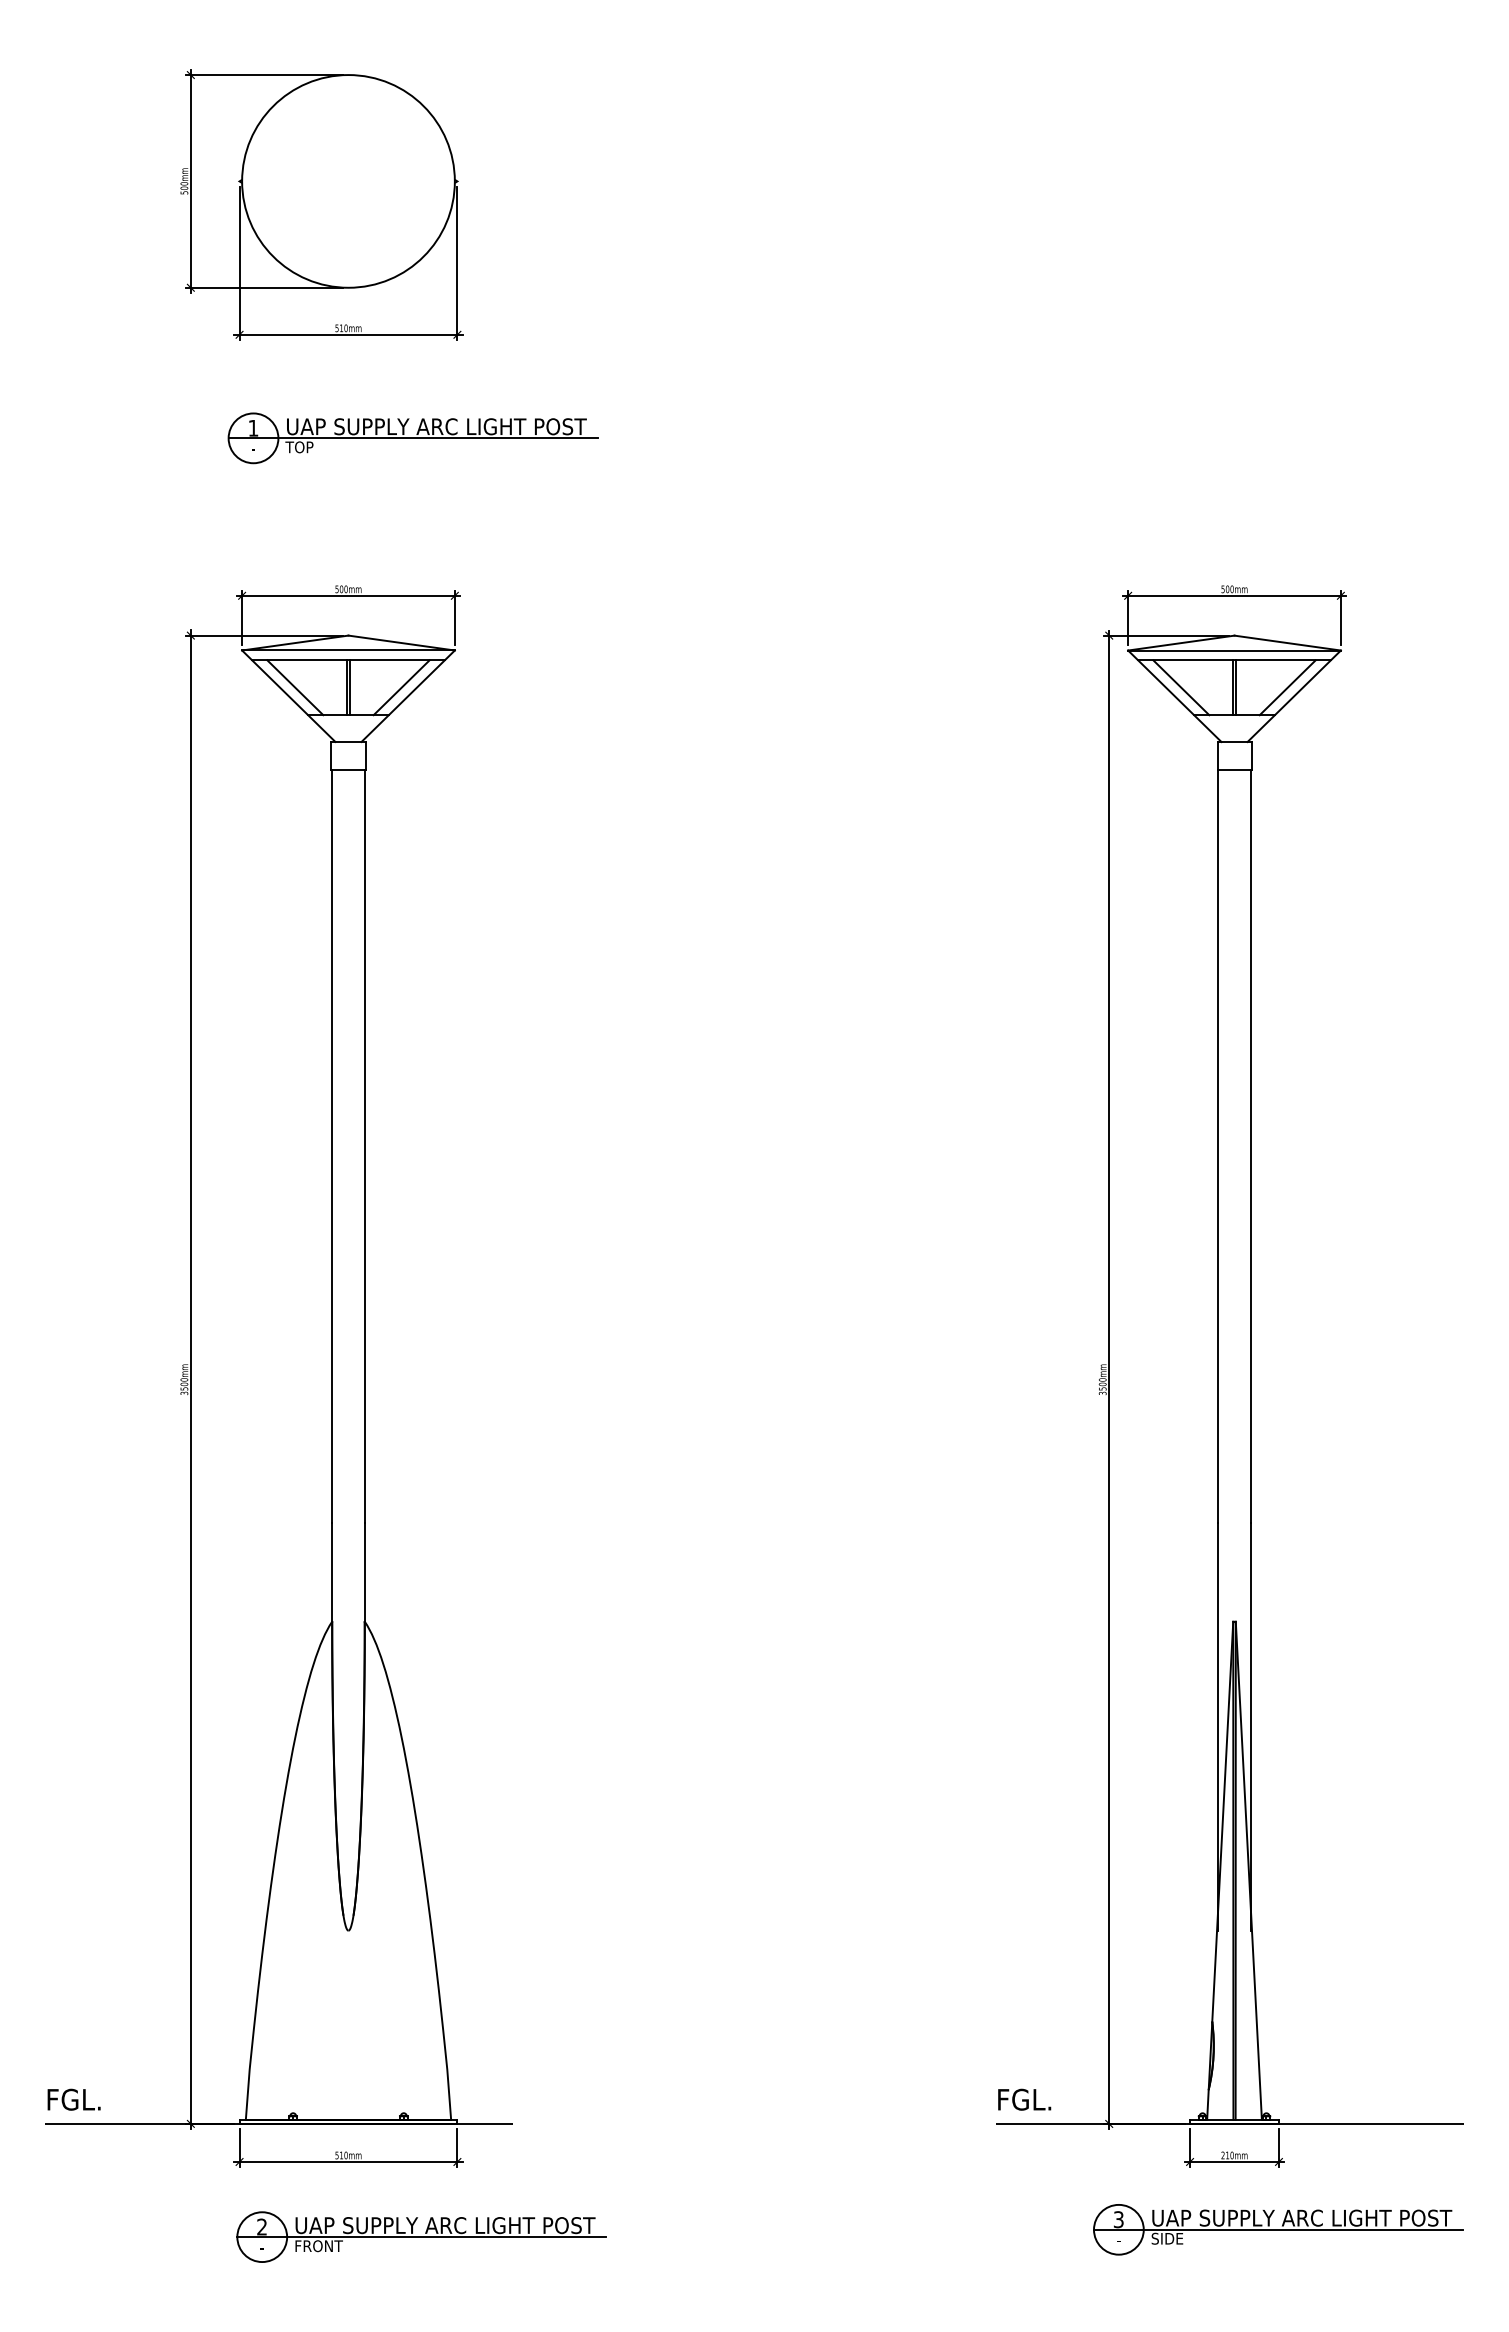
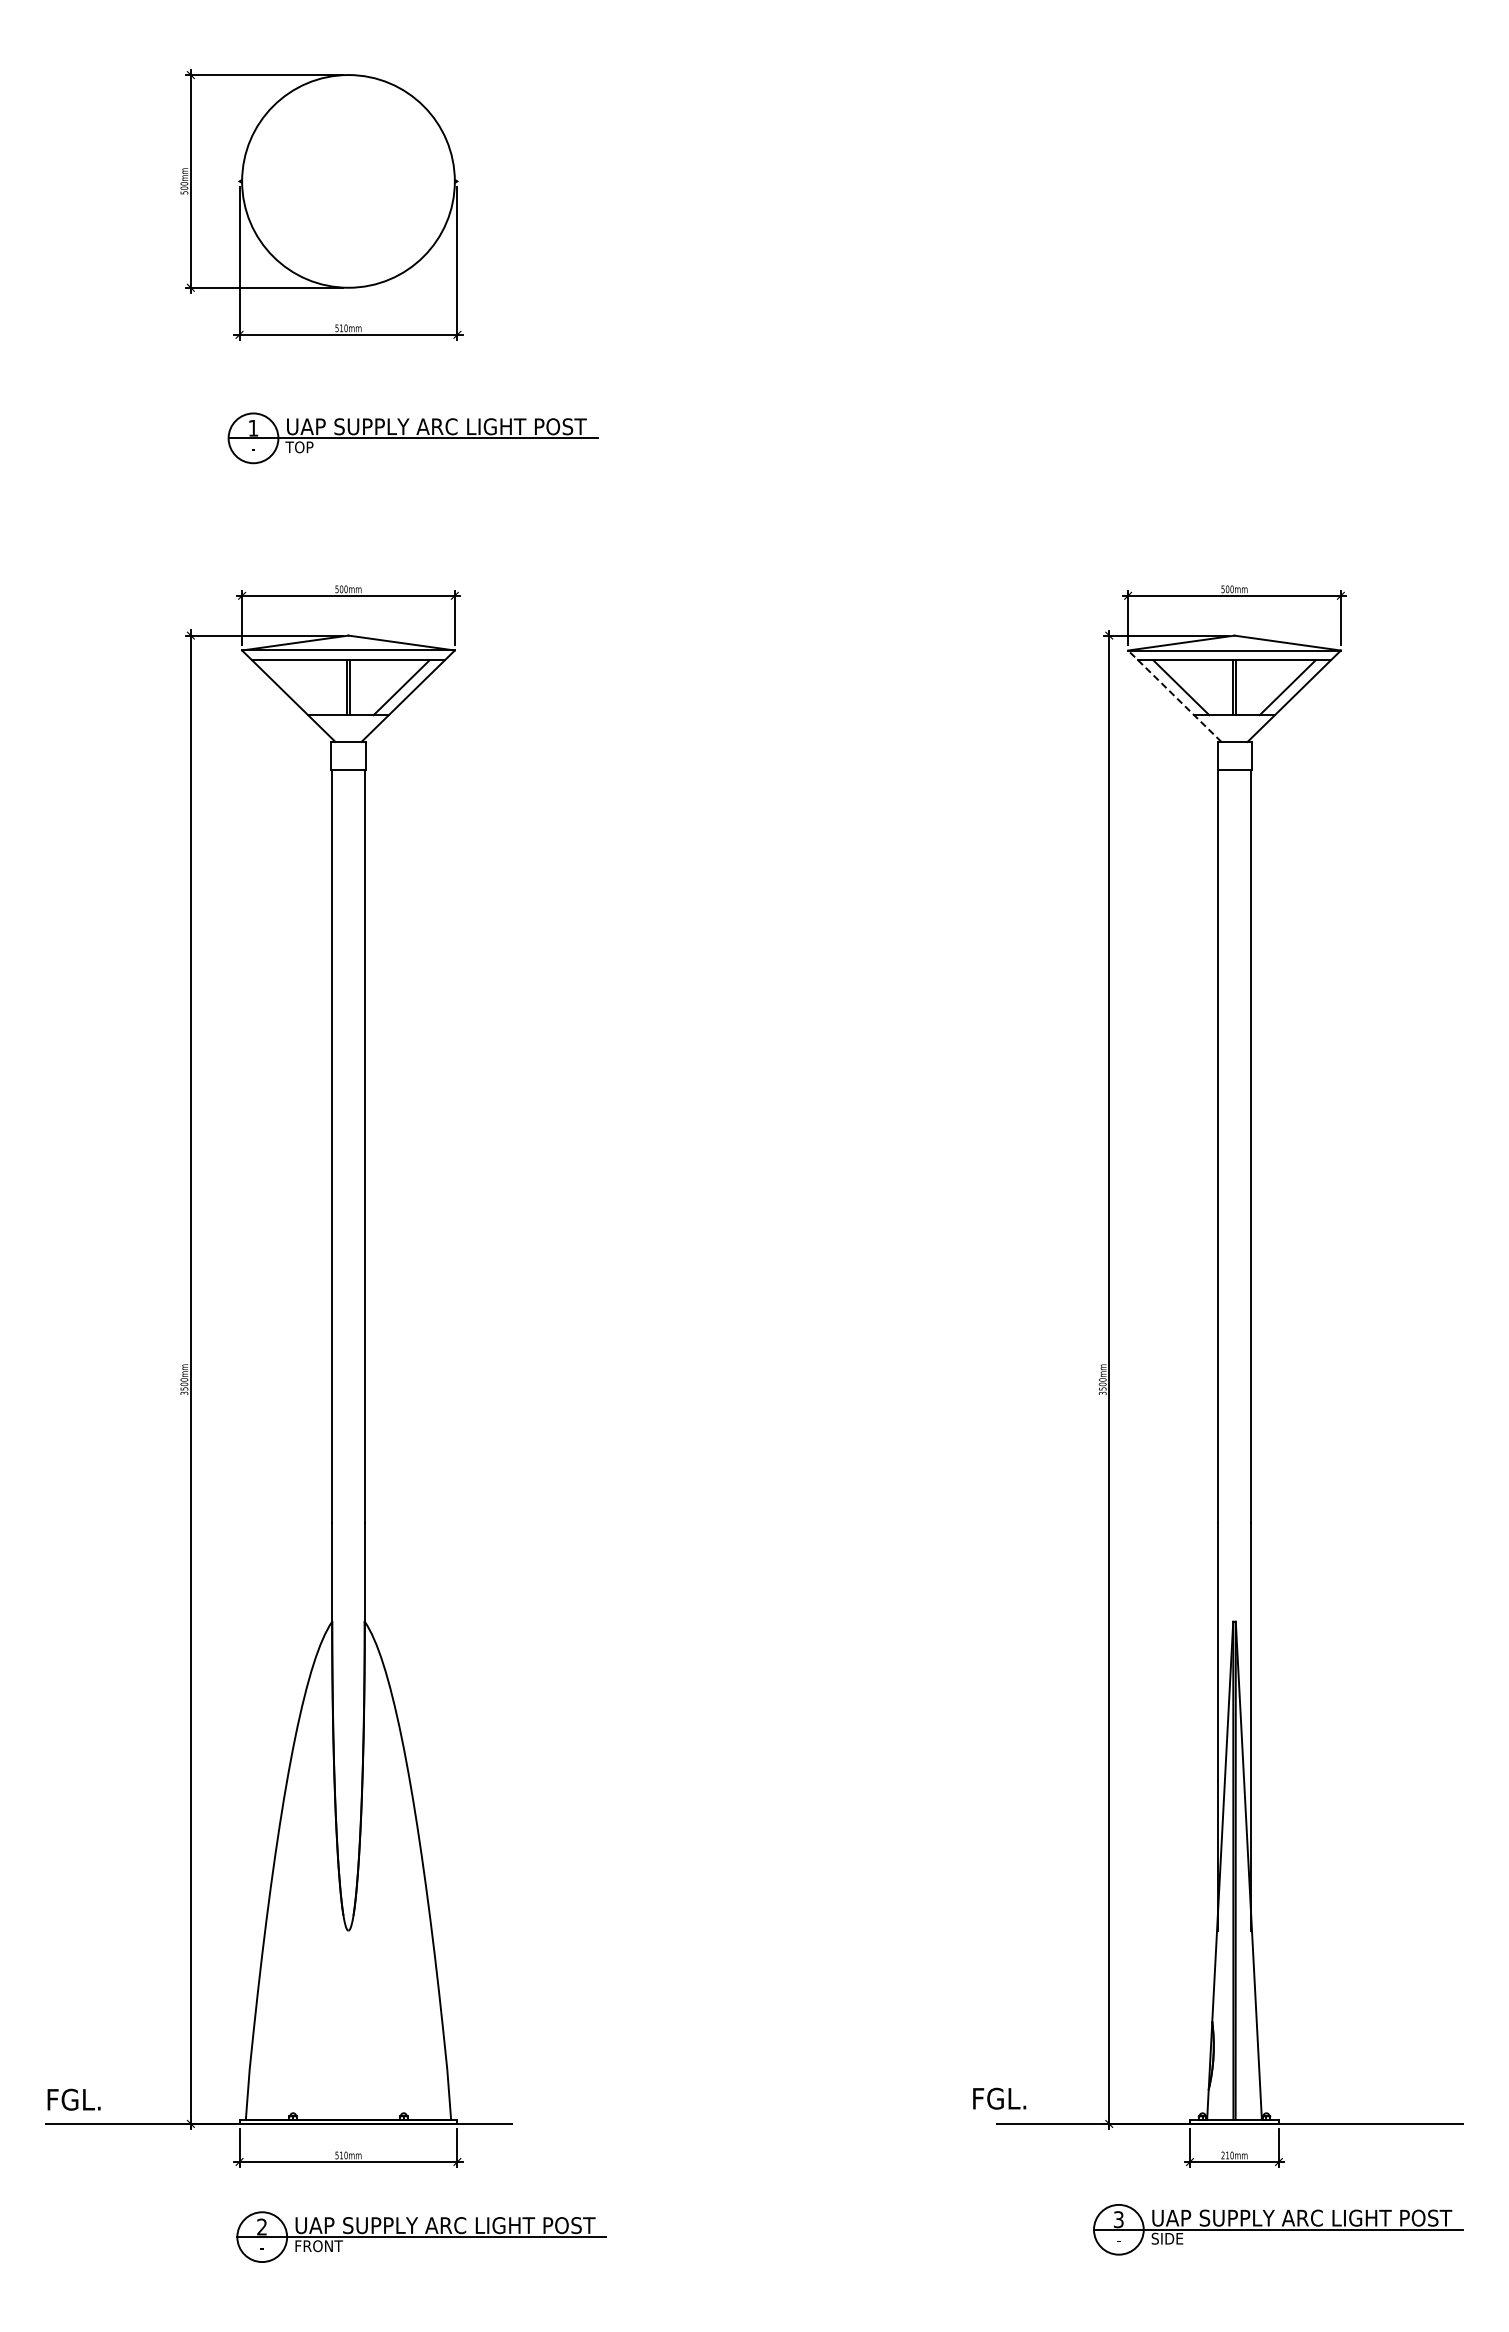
line at (295, 687): present -> none
line at (1174, 695): solid -> dashed
text at (1024, 2099) position: (1024, 2099) -> (999, 2098)
